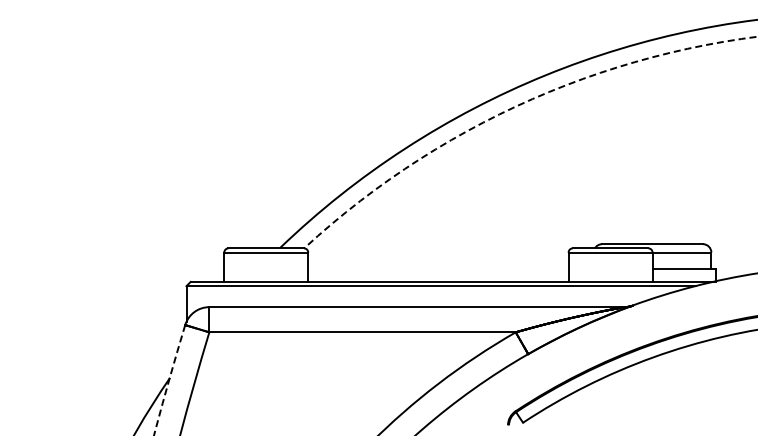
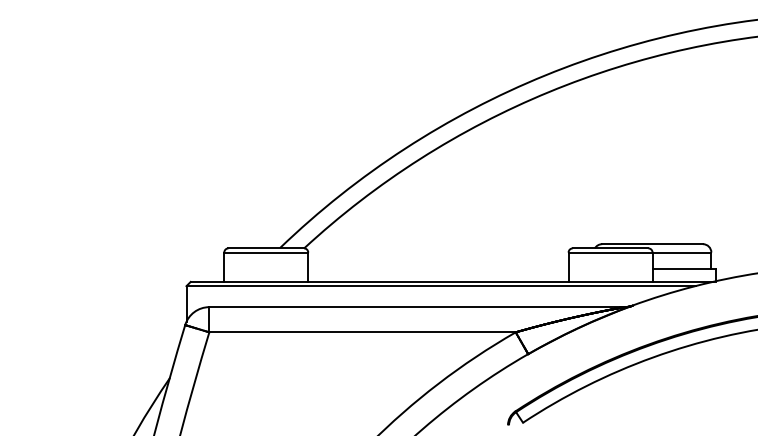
arc at (515, 107): dashed -> solid
arc at (168, 380): dashed -> solid
